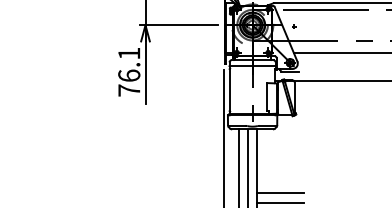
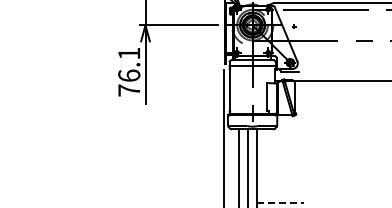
line at (341, 53): present -> none
line at (279, 192): present -> none
line at (280, 203): solid -> dashed
